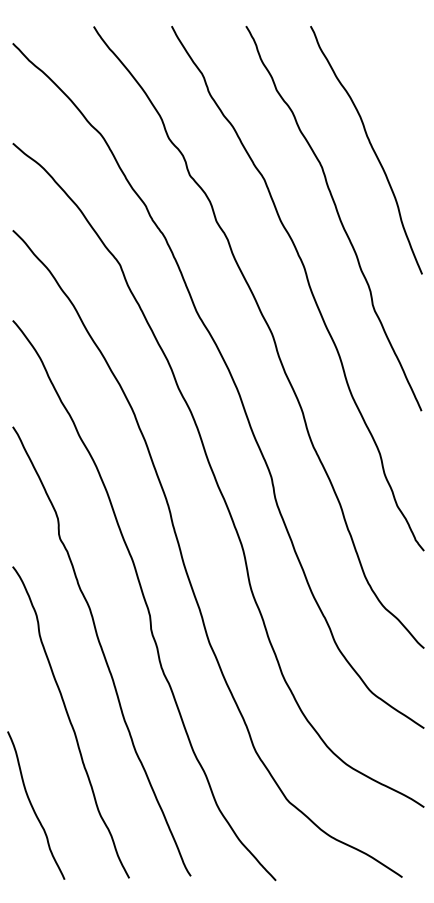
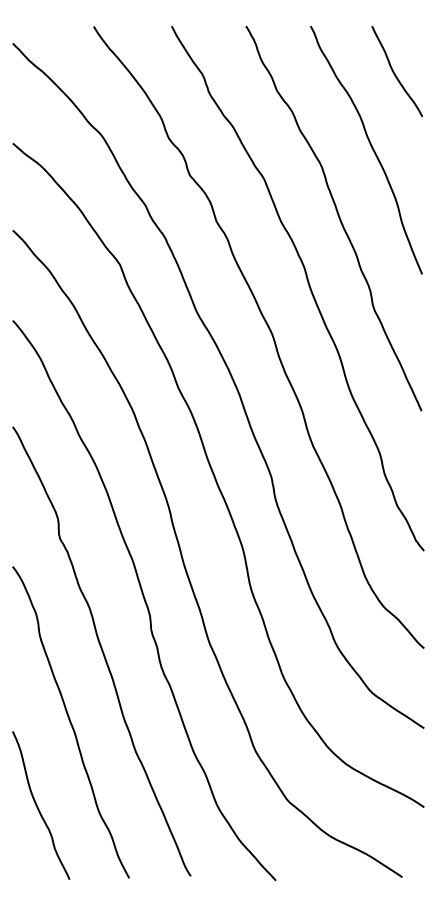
curve at (394, 71): none -> present
curve at (33, 806) position: (33, 806) -> (38, 806)
